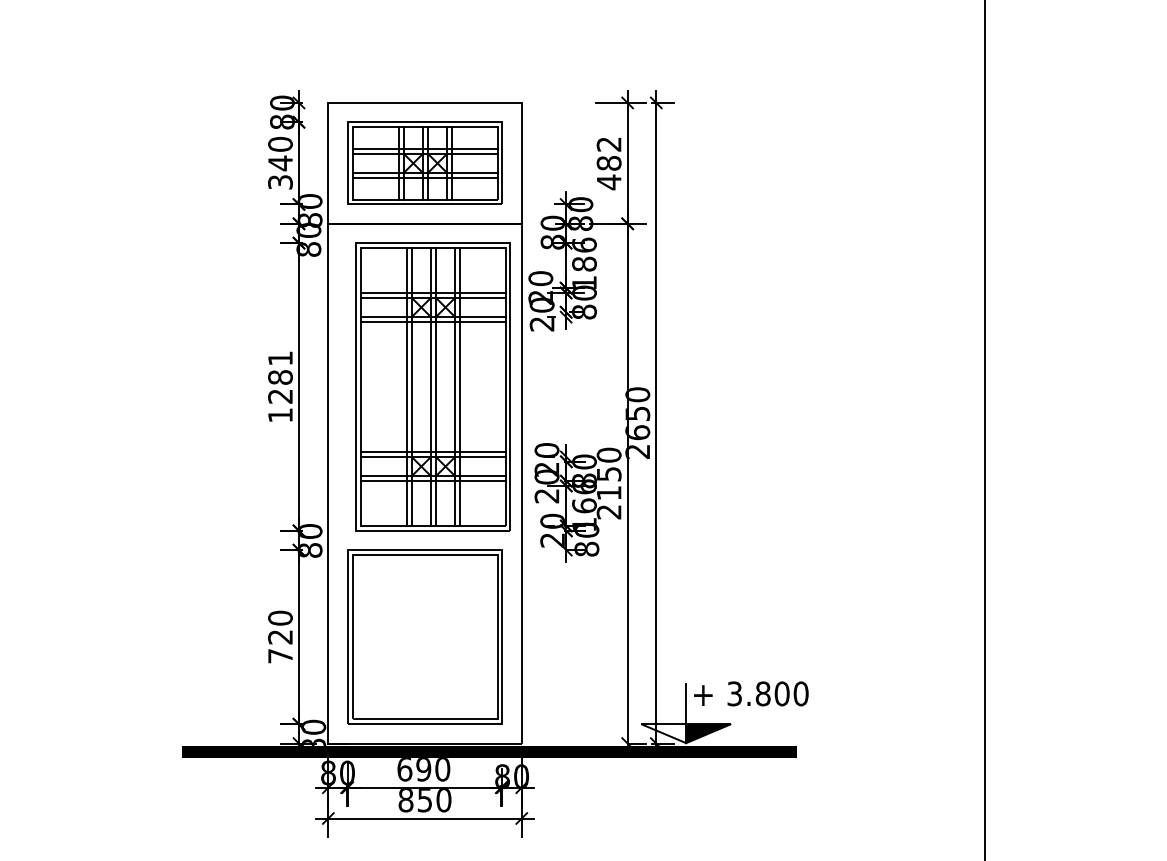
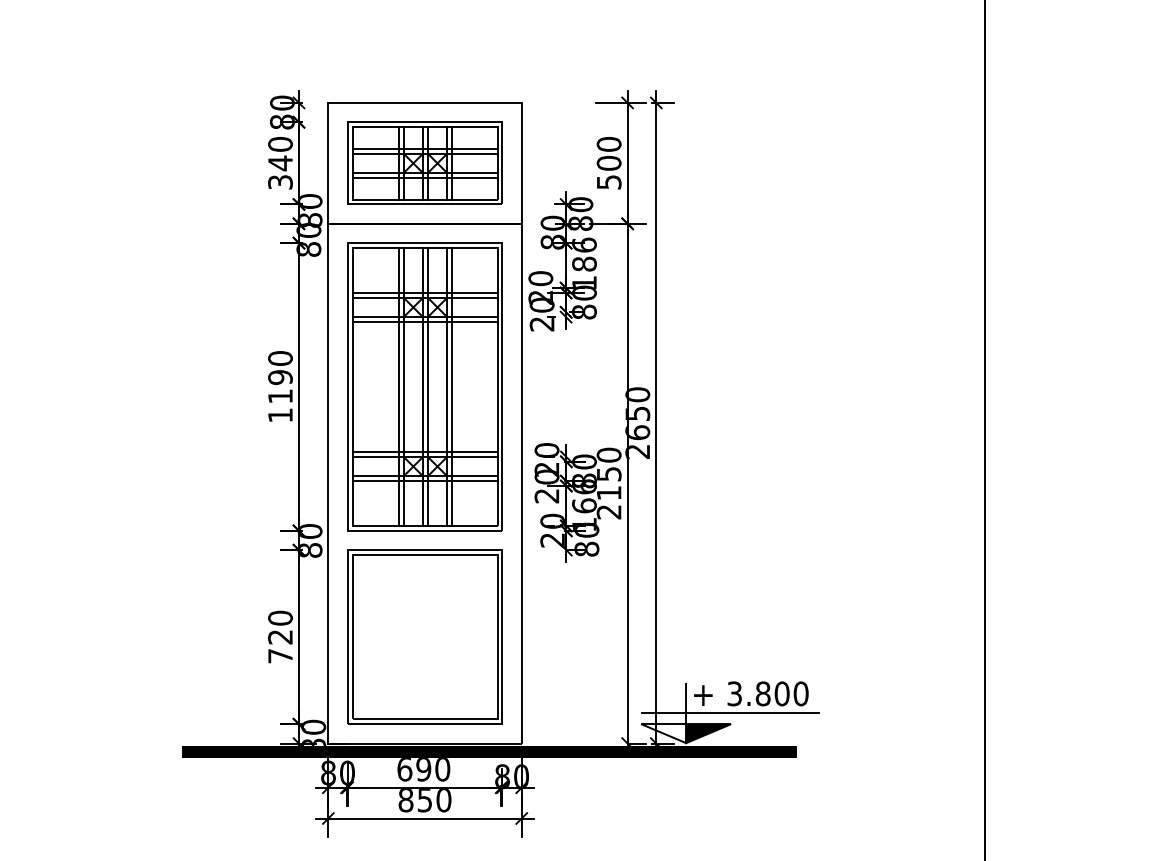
text at (608, 163): 482 -> 500
text at (280, 377): 1281 -> 1190
part at (432, 386) position: (432, 386) -> (424, 386)
line at (730, 712): none -> present
